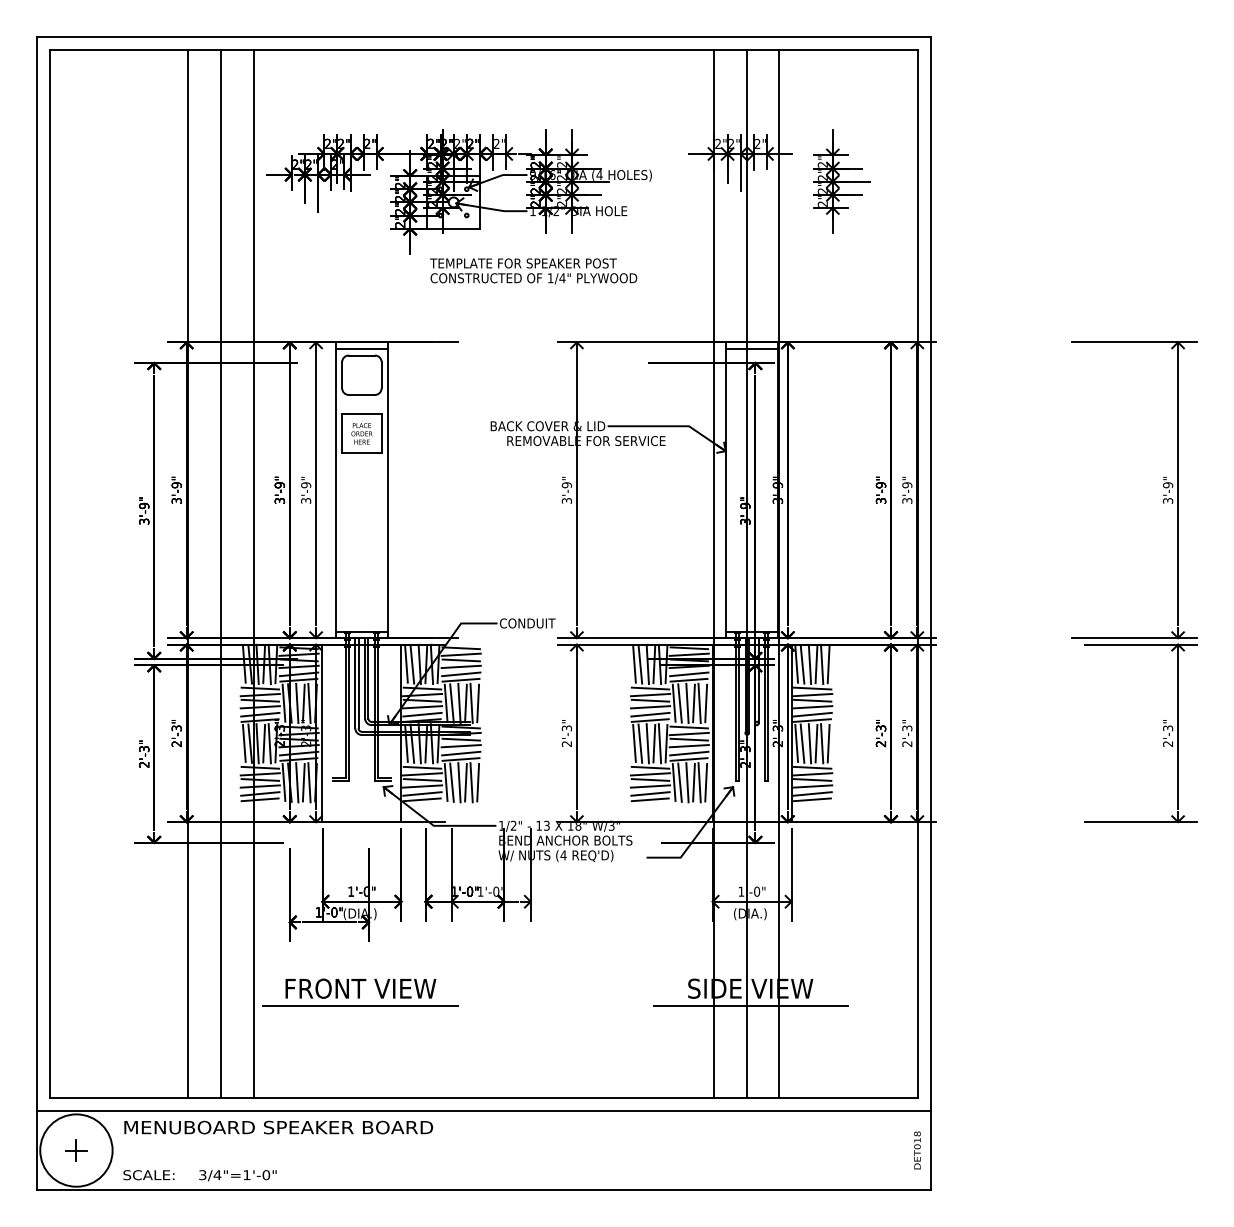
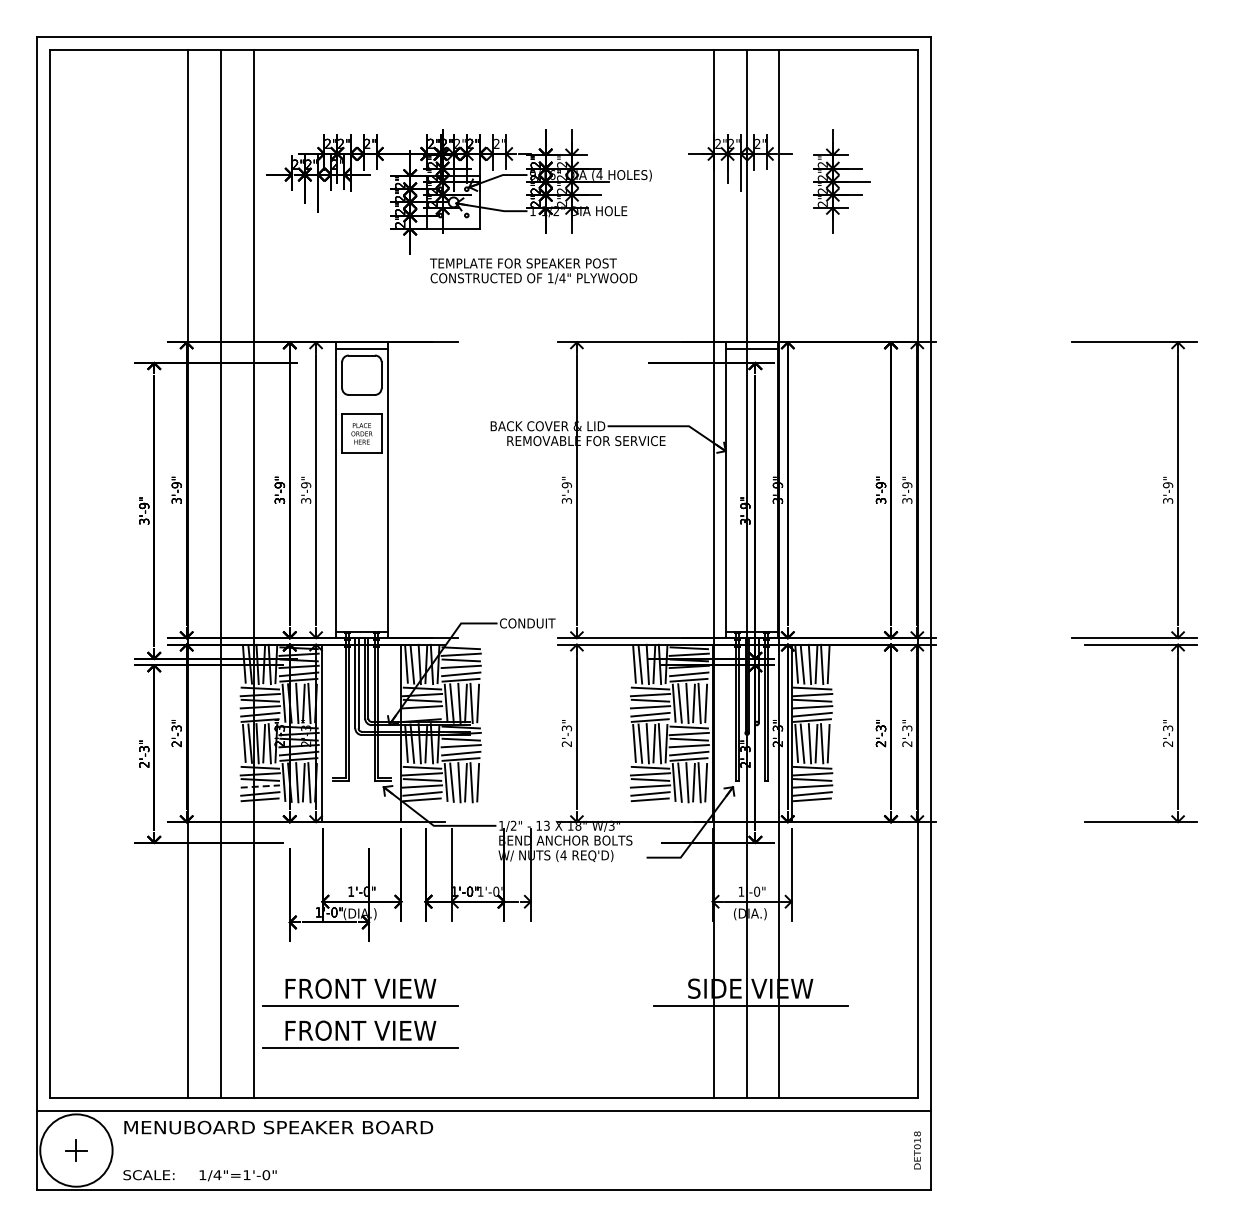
line at (422, 714): present -> none
line at (260, 786): solid -> dashed
part at (360, 1034): none -> present
text at (202, 1175): 3/4"=1'-0" -> 1/4"=1'-0"
